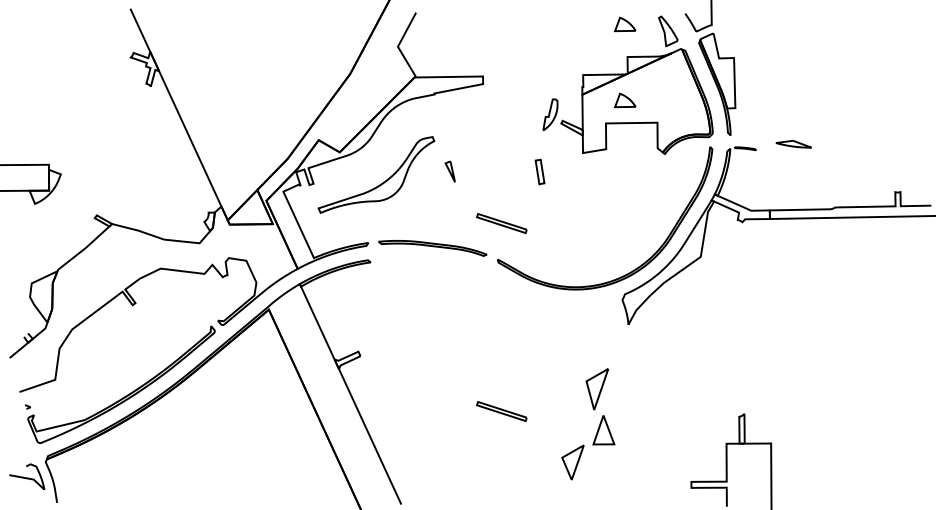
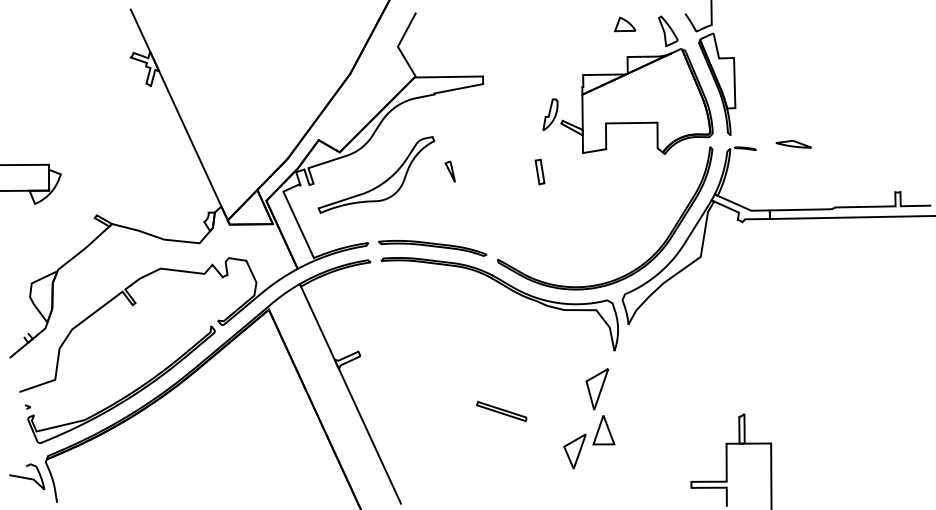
part at (625, 100): present -> none
part at (501, 223): present -> none
part at (506, 288): none -> present
part at (572, 462) position: (572, 462) -> (574, 451)
